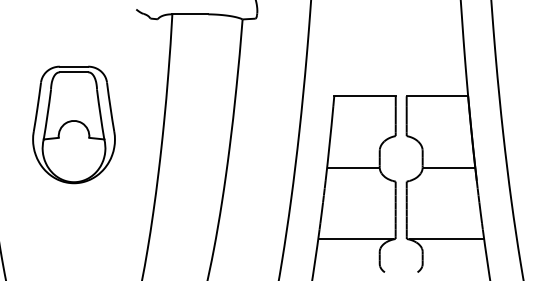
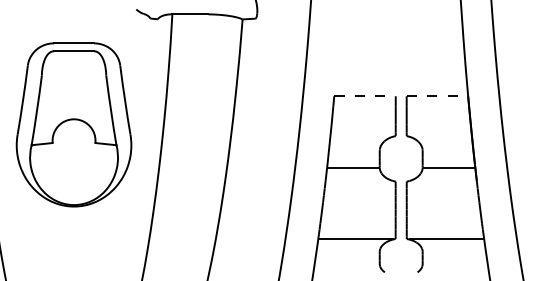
line at (365, 96): solid -> dashed
line at (437, 96): solid -> dashed
part at (73, 124) size: 84x120 px -> 118x166 px
